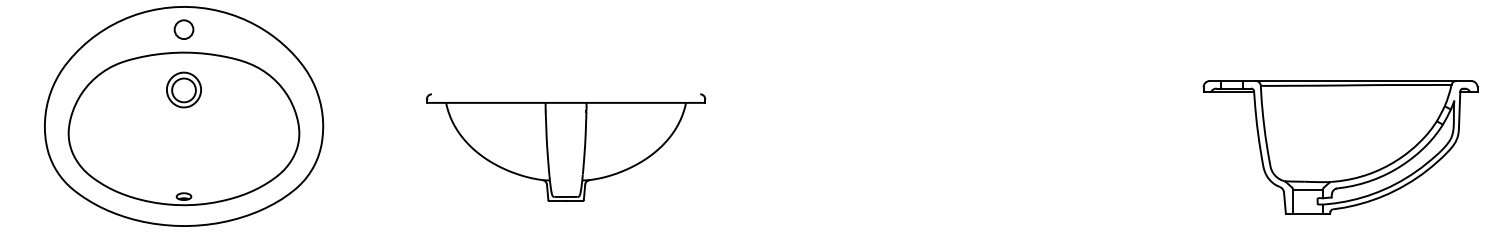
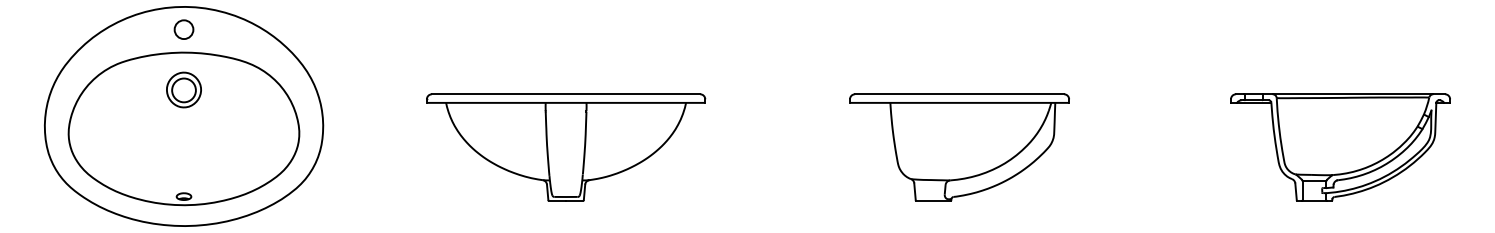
line at (566, 94): none -> present
part at (959, 147): none -> present
part at (1340, 147) size: 277x135 px -> 221x109 px
